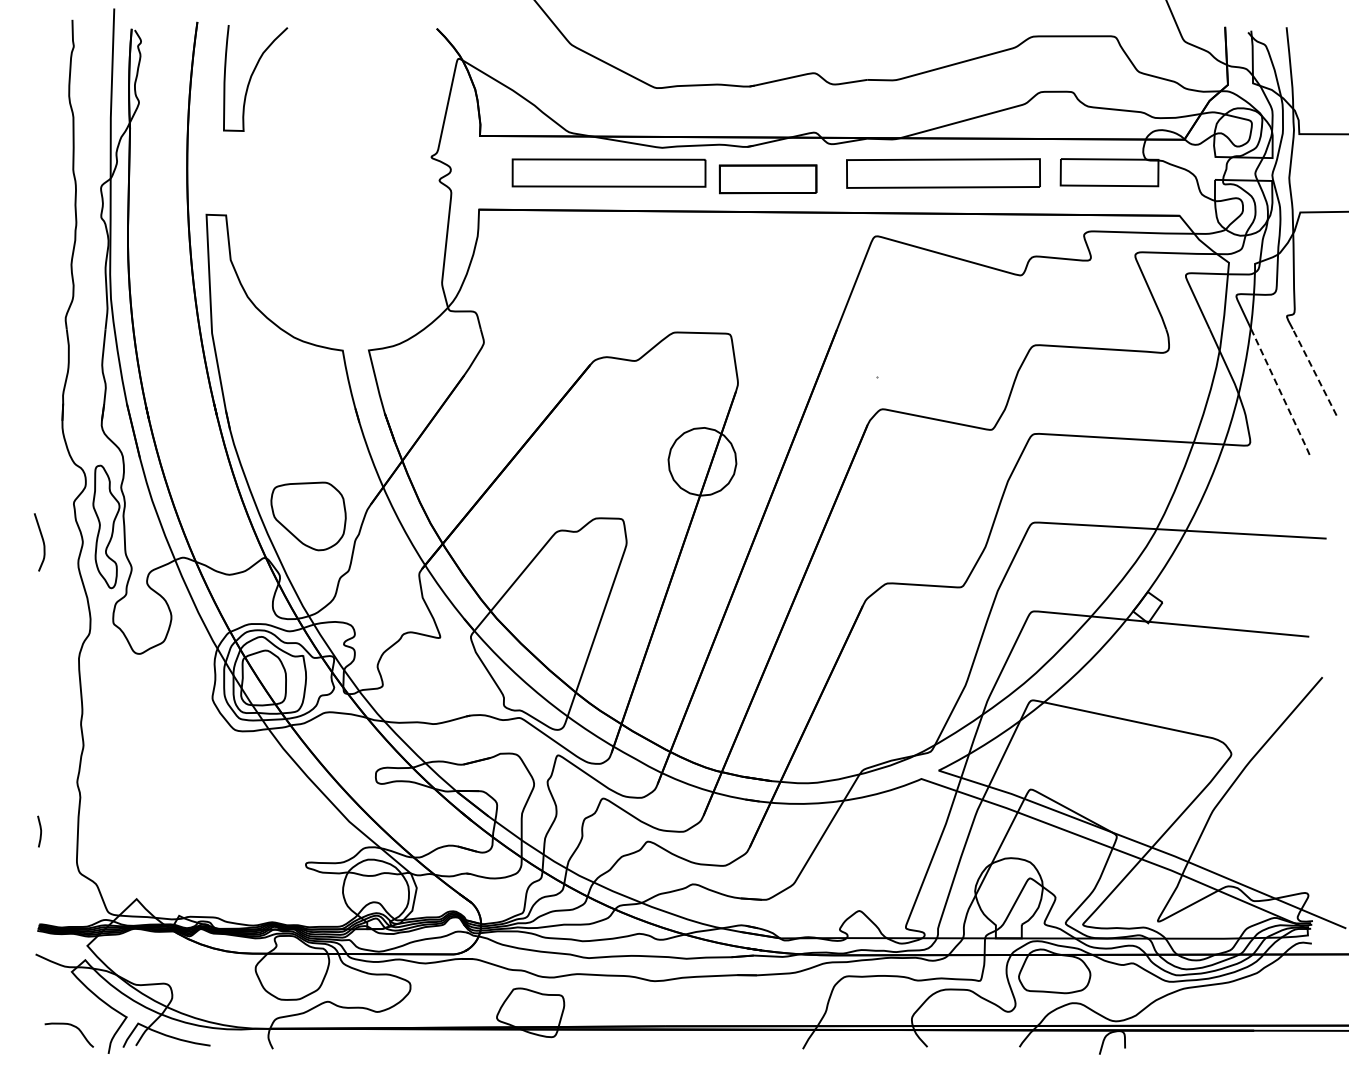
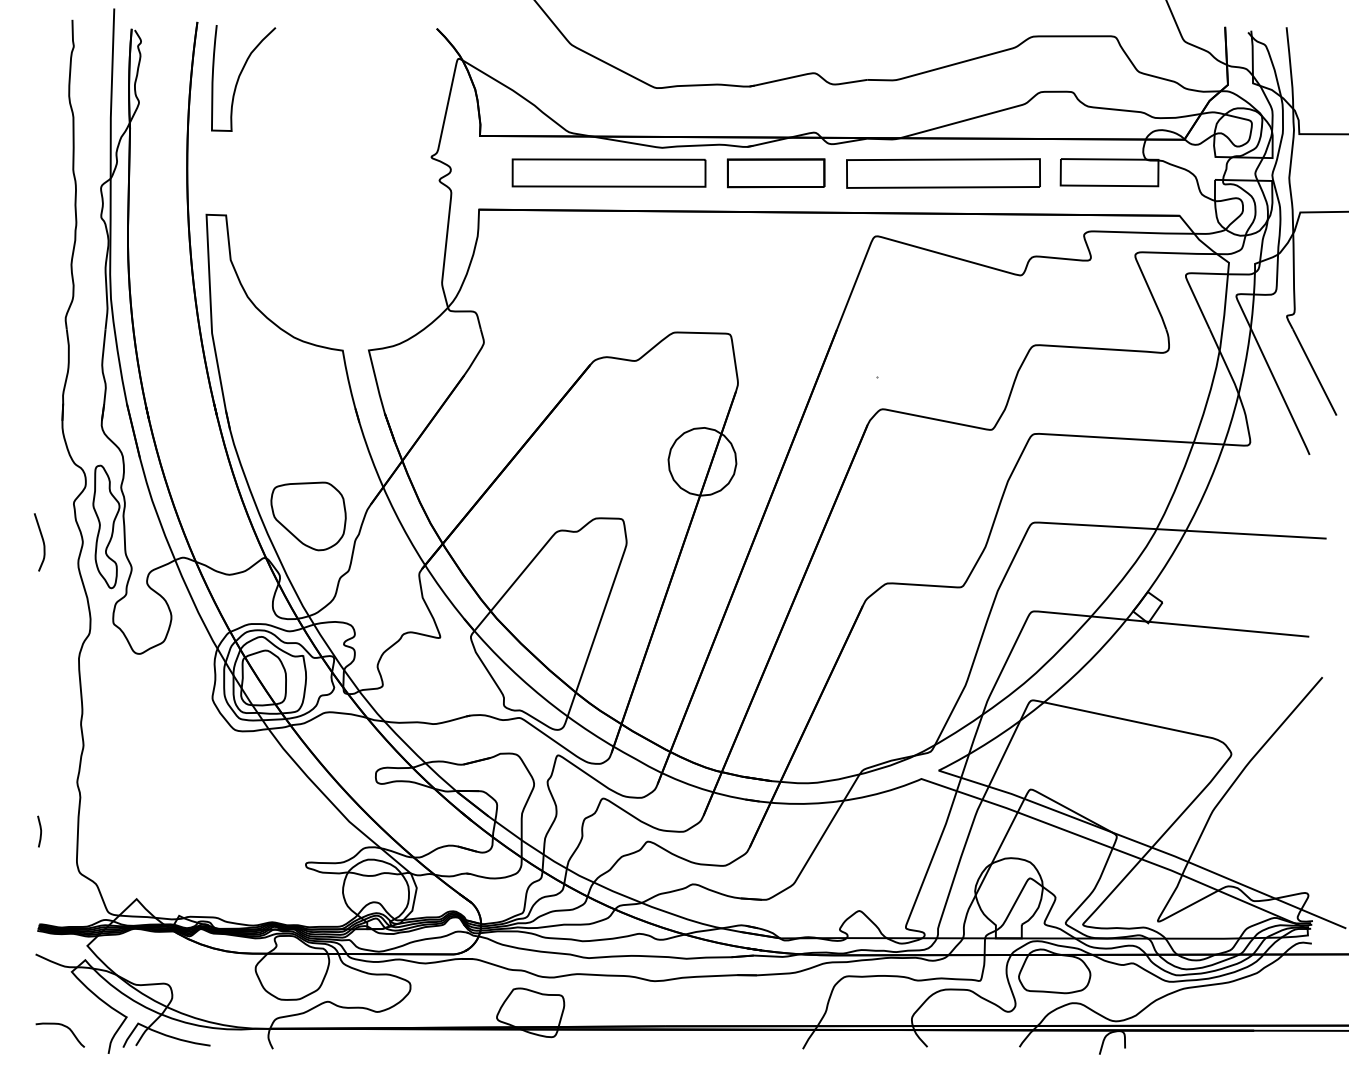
curve at (252, 76) position: (252, 76) -> (240, 76)
part at (767, 179) position: (767, 179) -> (775, 173)
line at (1314, 371): dashed -> solid
line at (1280, 392): dashed -> solid
curve at (72, 1026) position: (72, 1026) -> (63, 1026)
